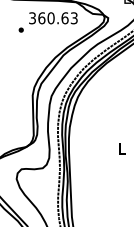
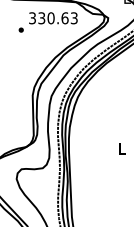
text at (41, 18): 360.63 -> 330.63
